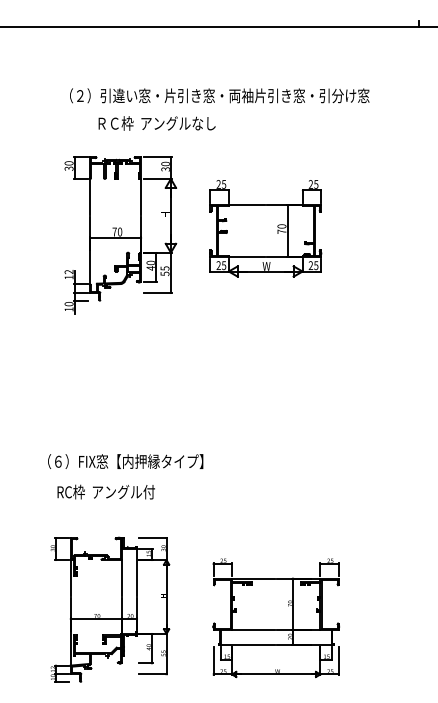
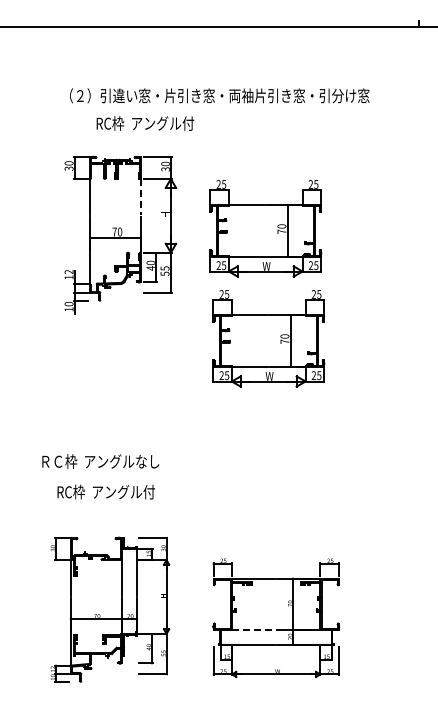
text at (155, 123): ＲＣ枠  アングルなし -> RC枠  アングル付
line at (141, 196): solid -> dashed
part at (268, 338): none -> present
text at (122, 461): （６）FIX窓【内押縁タイプ】 -> ＲＣ枠  アングルなし
line at (253, 630): solid -> dashed
